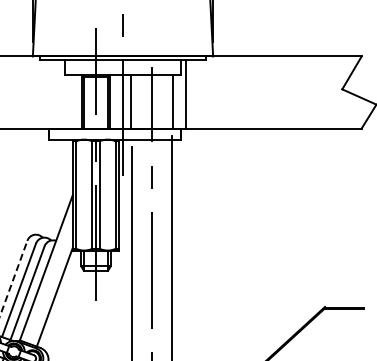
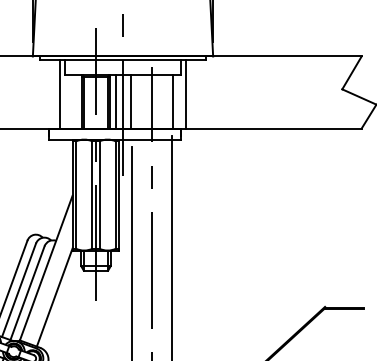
line at (59, 94): none -> present
line at (115, 101): none -> present
line at (13, 277): dashed -> solid
